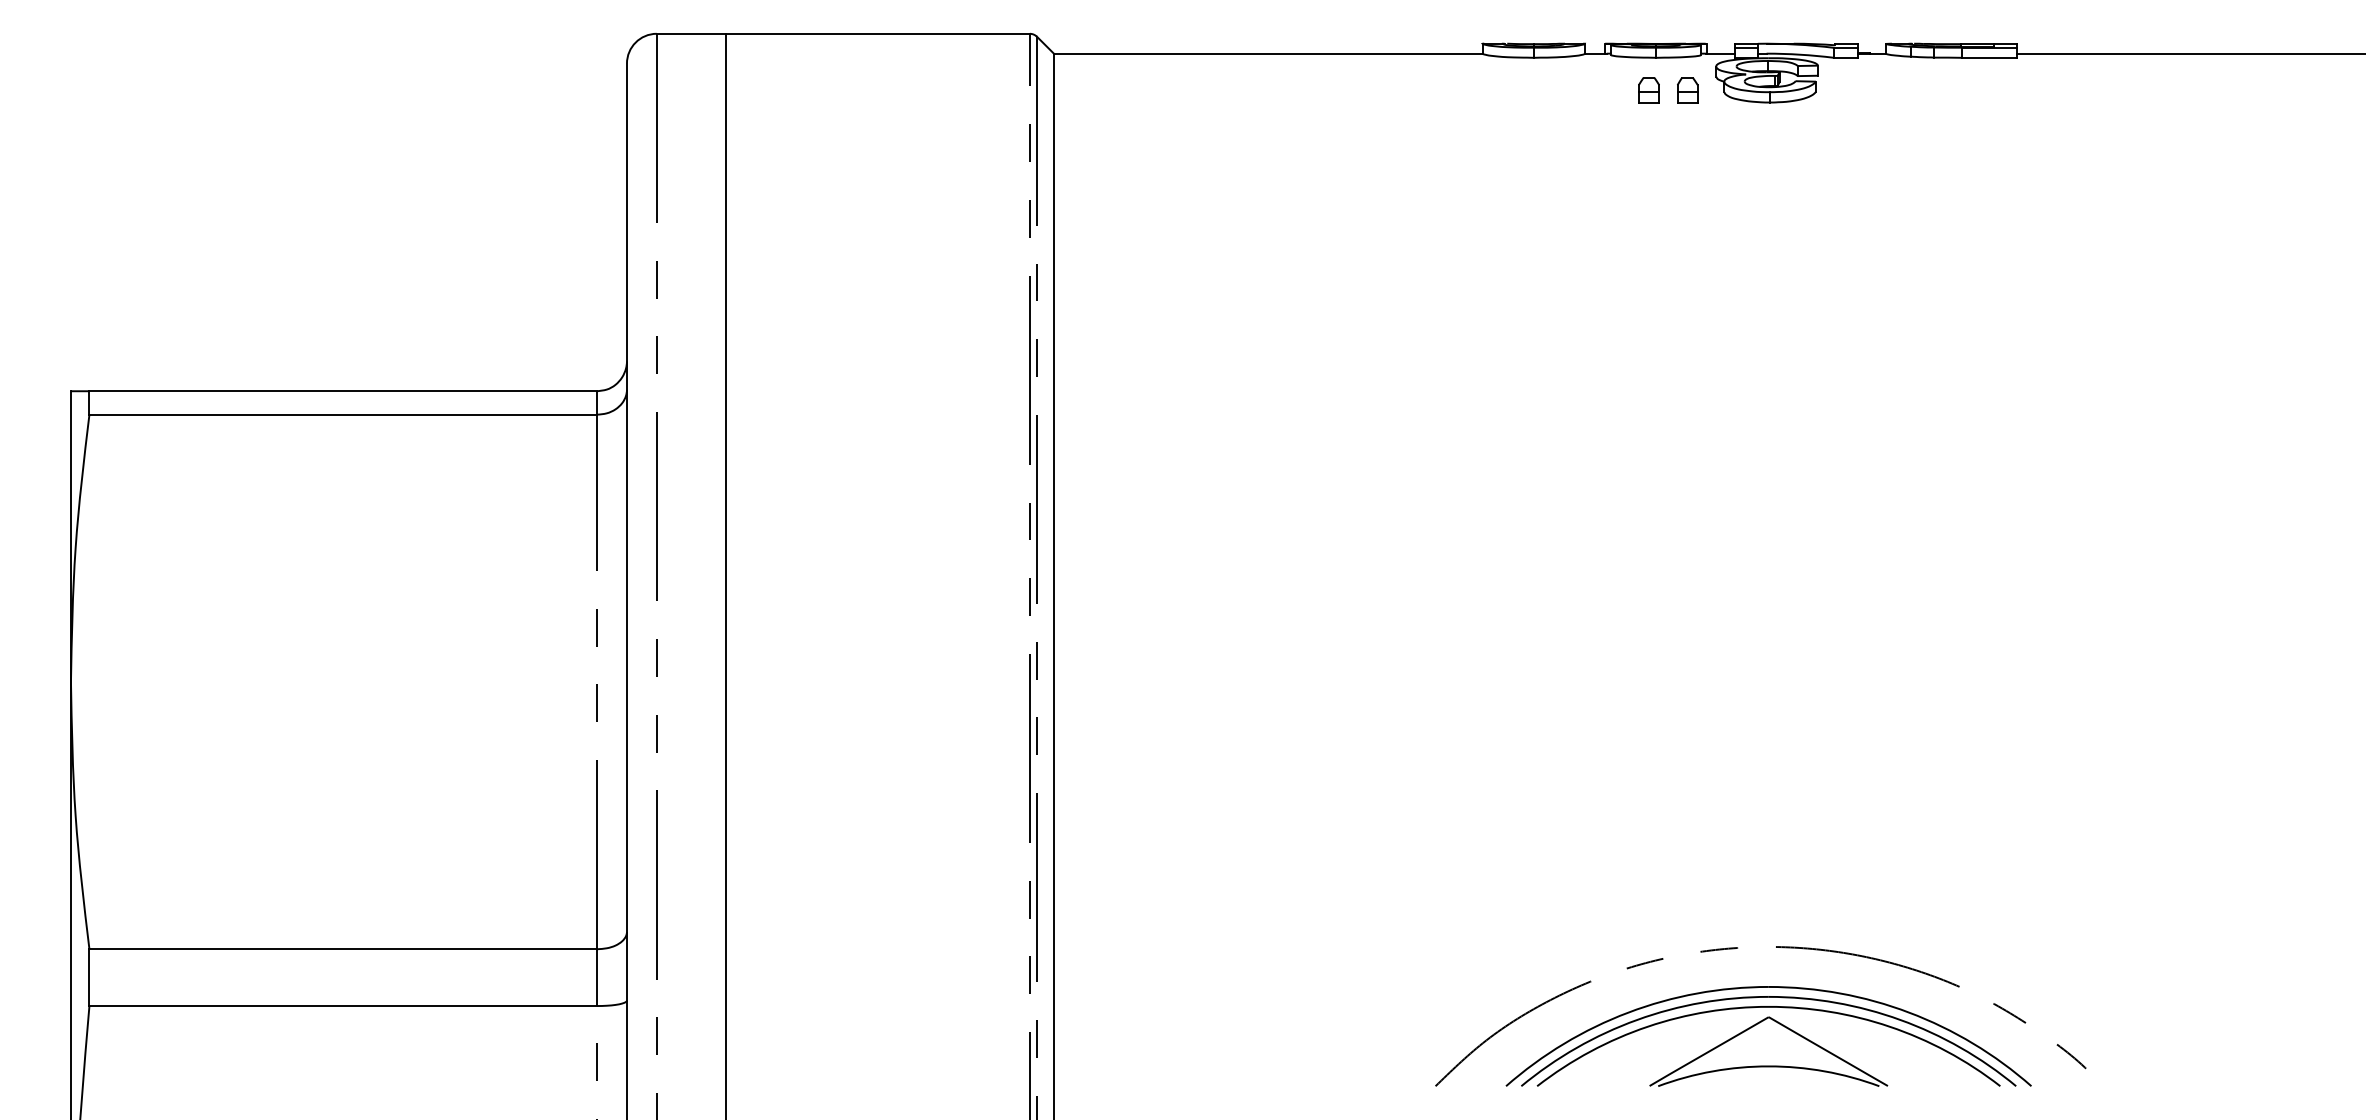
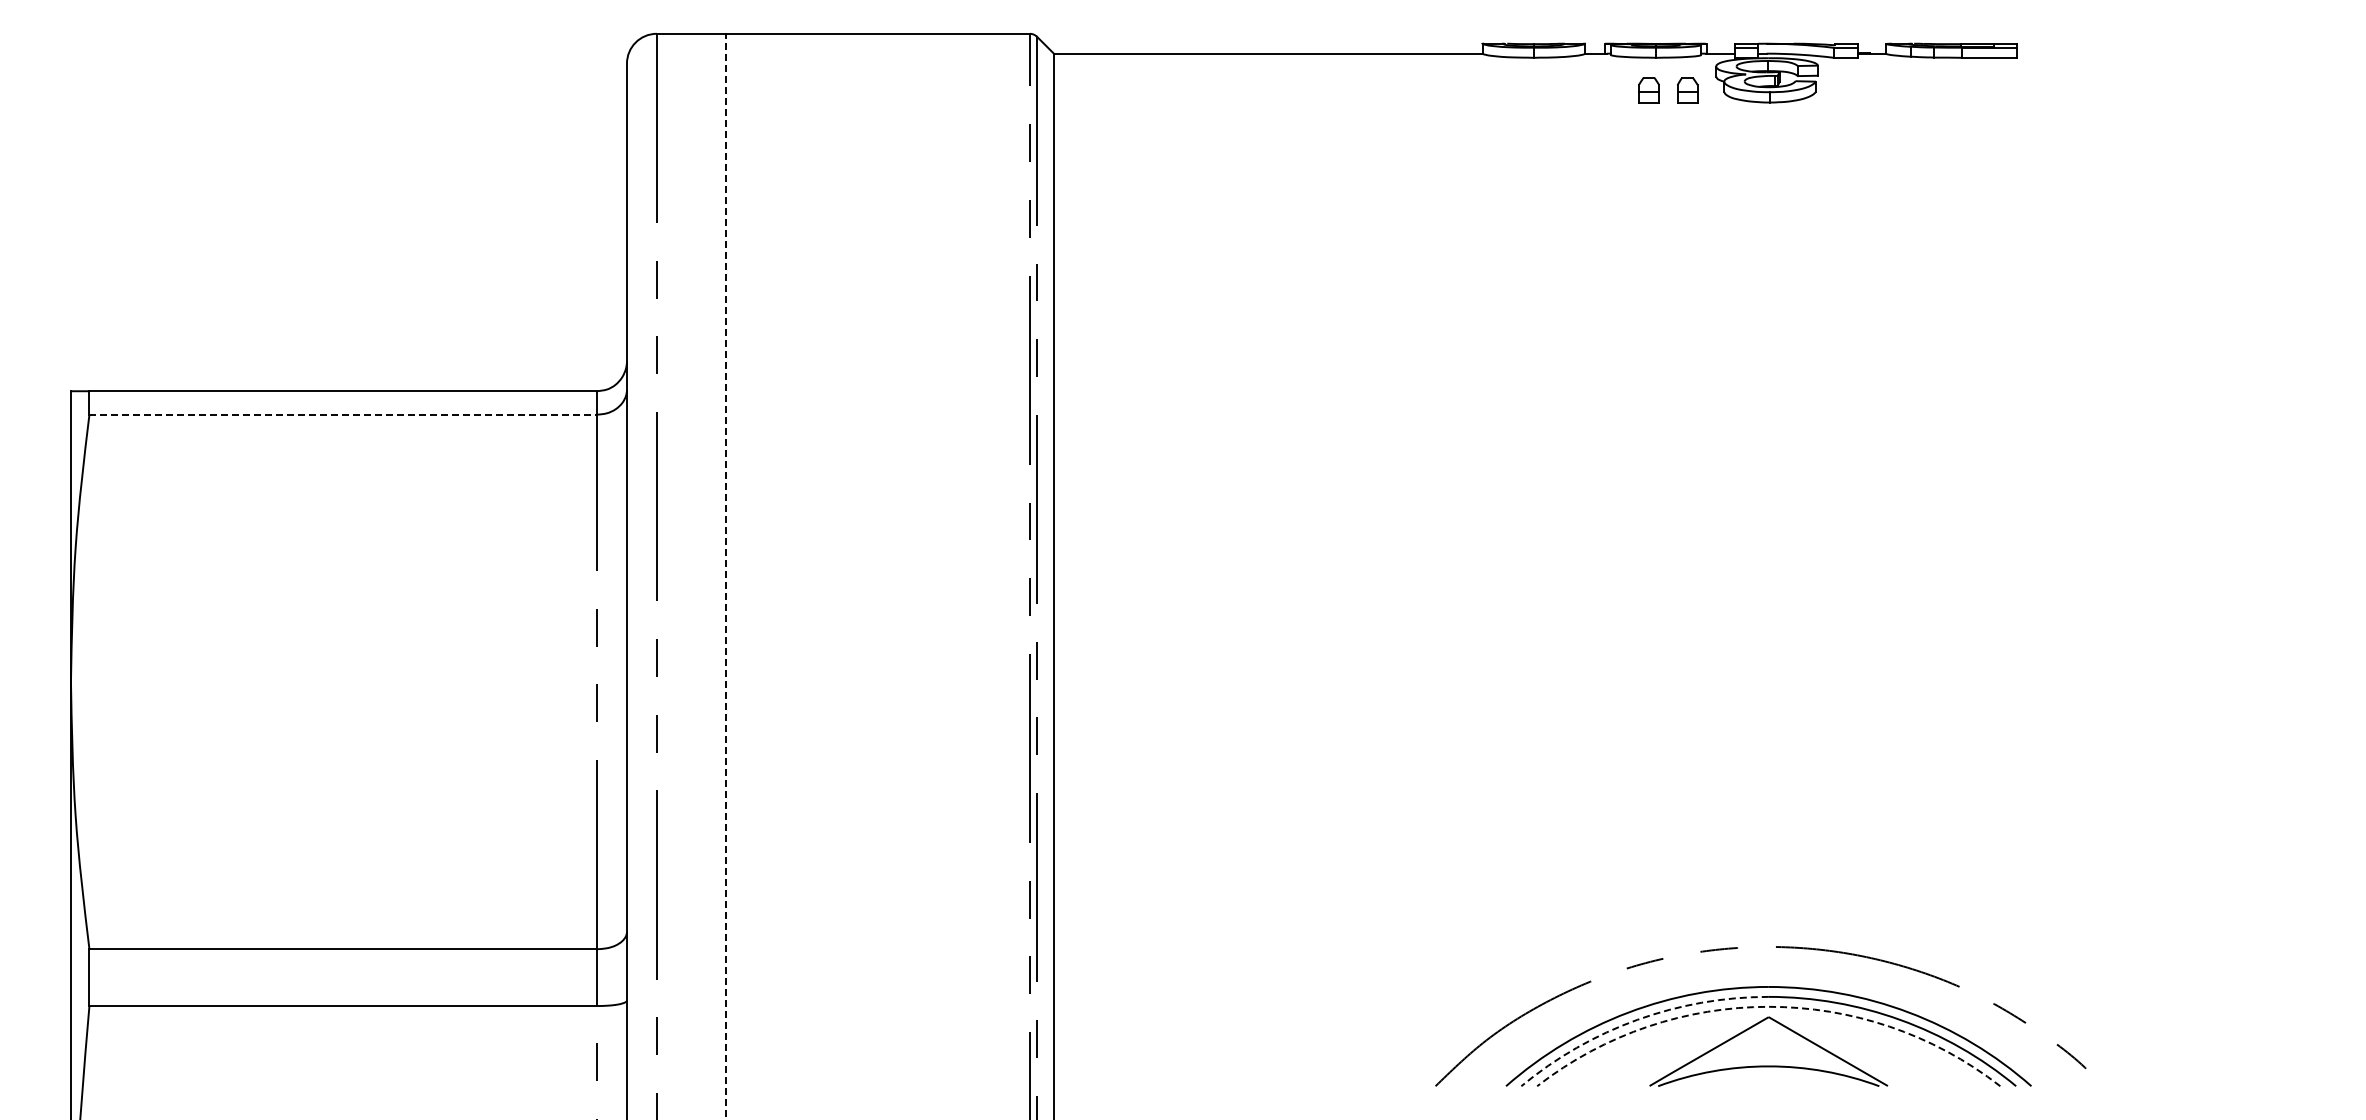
line at (2189, 53): present -> none
line at (343, 414): solid -> dashed
line at (726, 576): solid -> dashed
arc at (1768, 1006): solid -> dashed
arc at (1637, 1019): solid -> dashed
